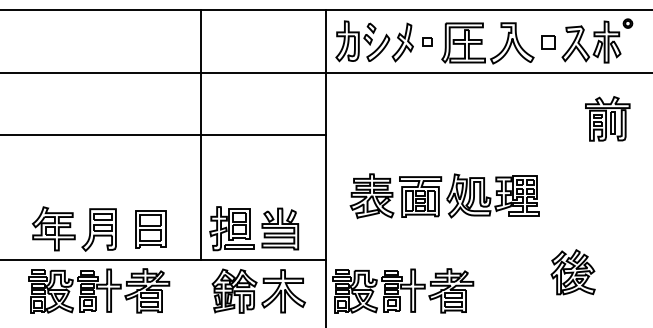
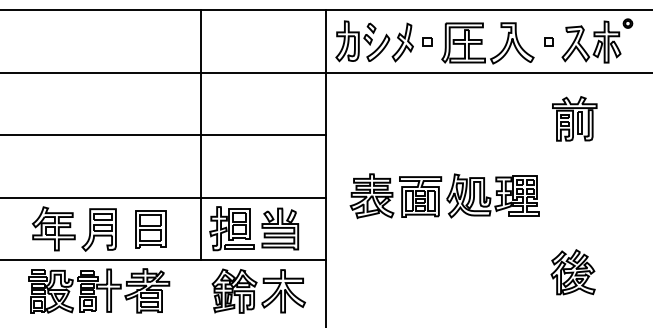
part at (548, 42) size: 15x15 px -> 10x10 px
part at (607, 118) position: (607, 118) -> (574, 118)
line at (164, 197): none -> present
part at (403, 290): present -> none
